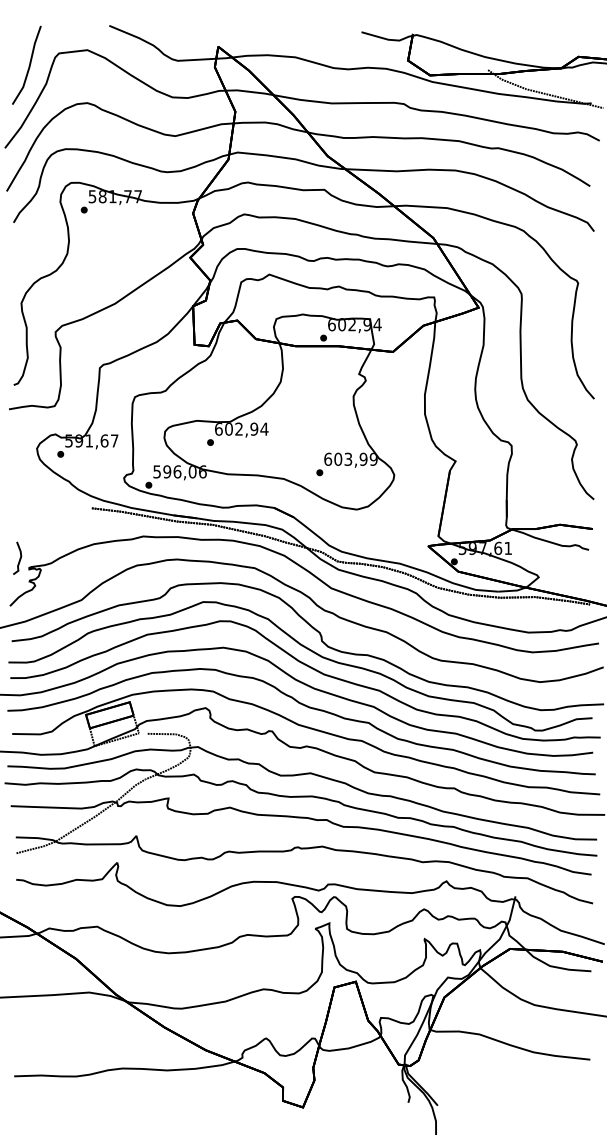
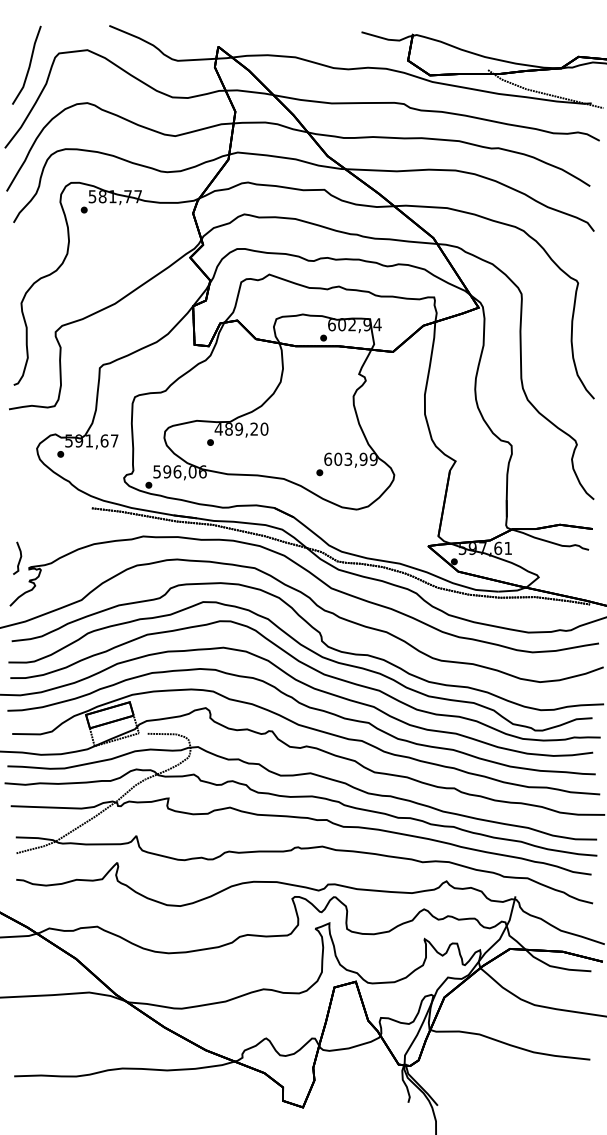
text at (241, 428): 602,94 -> 489,20
